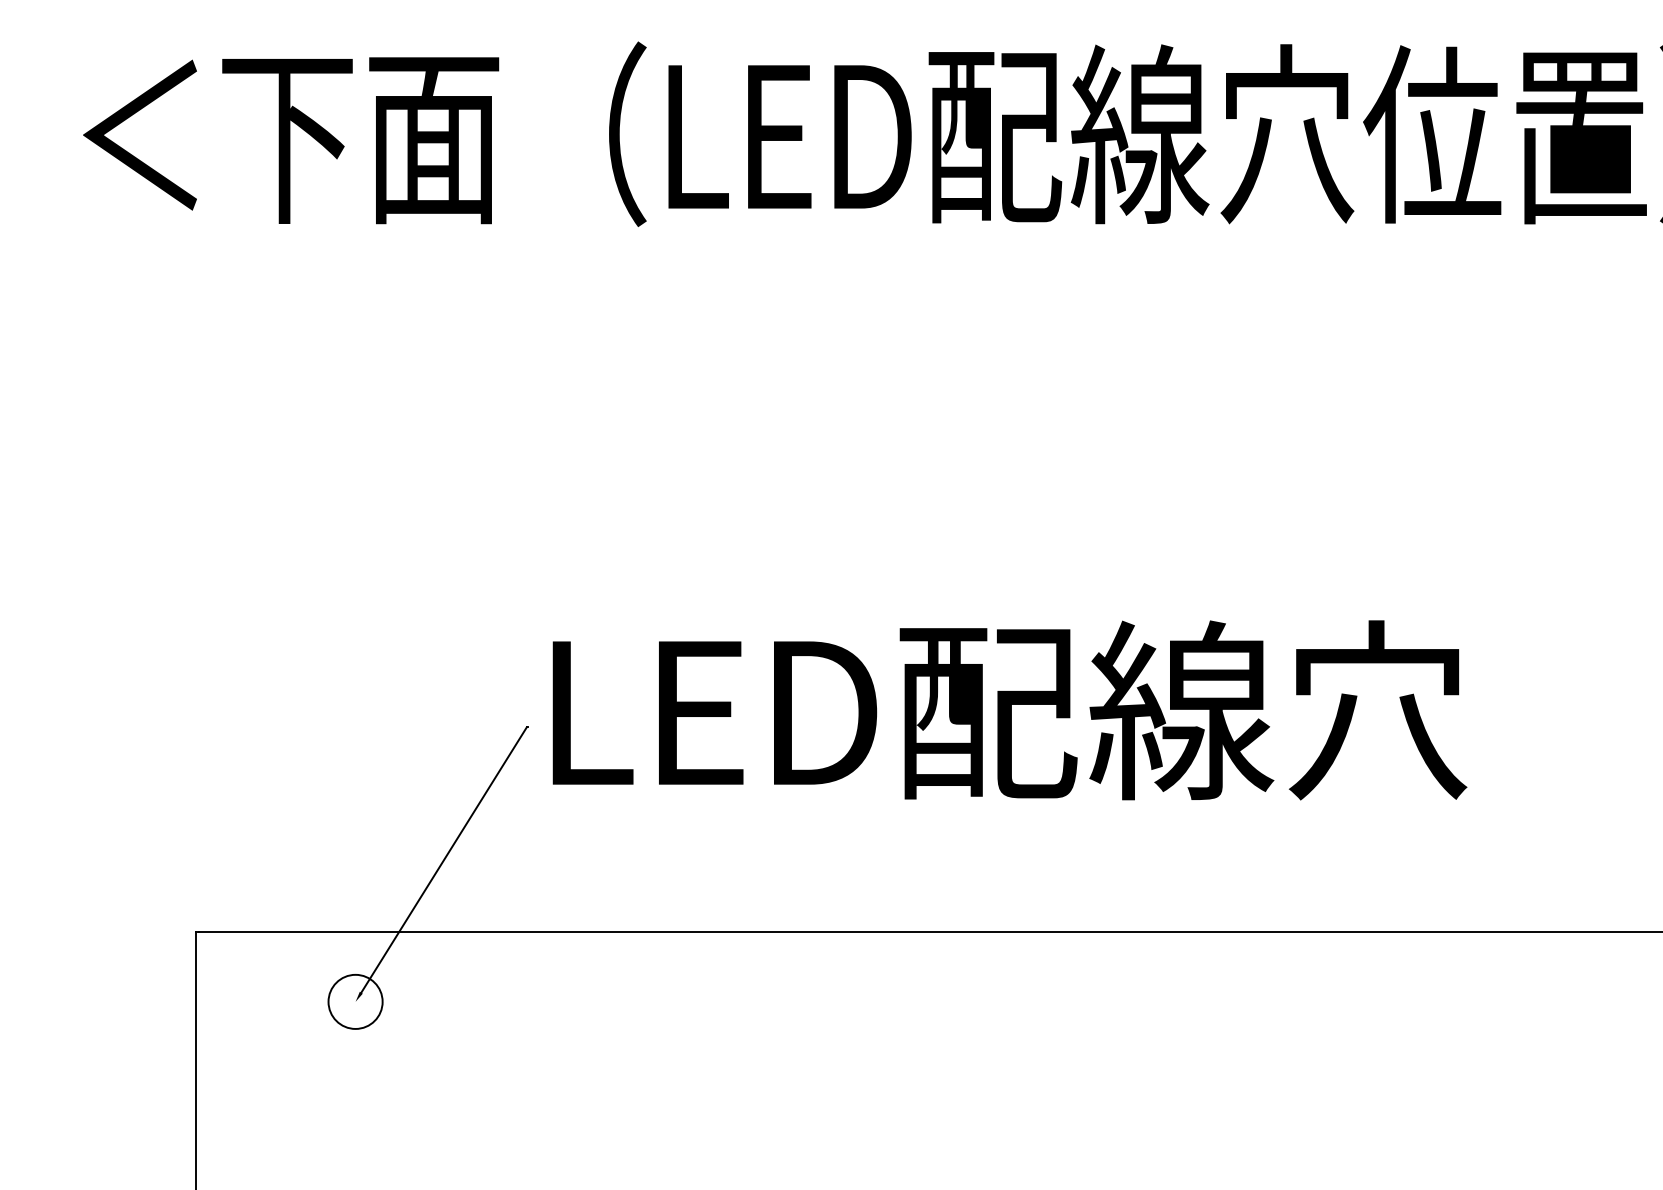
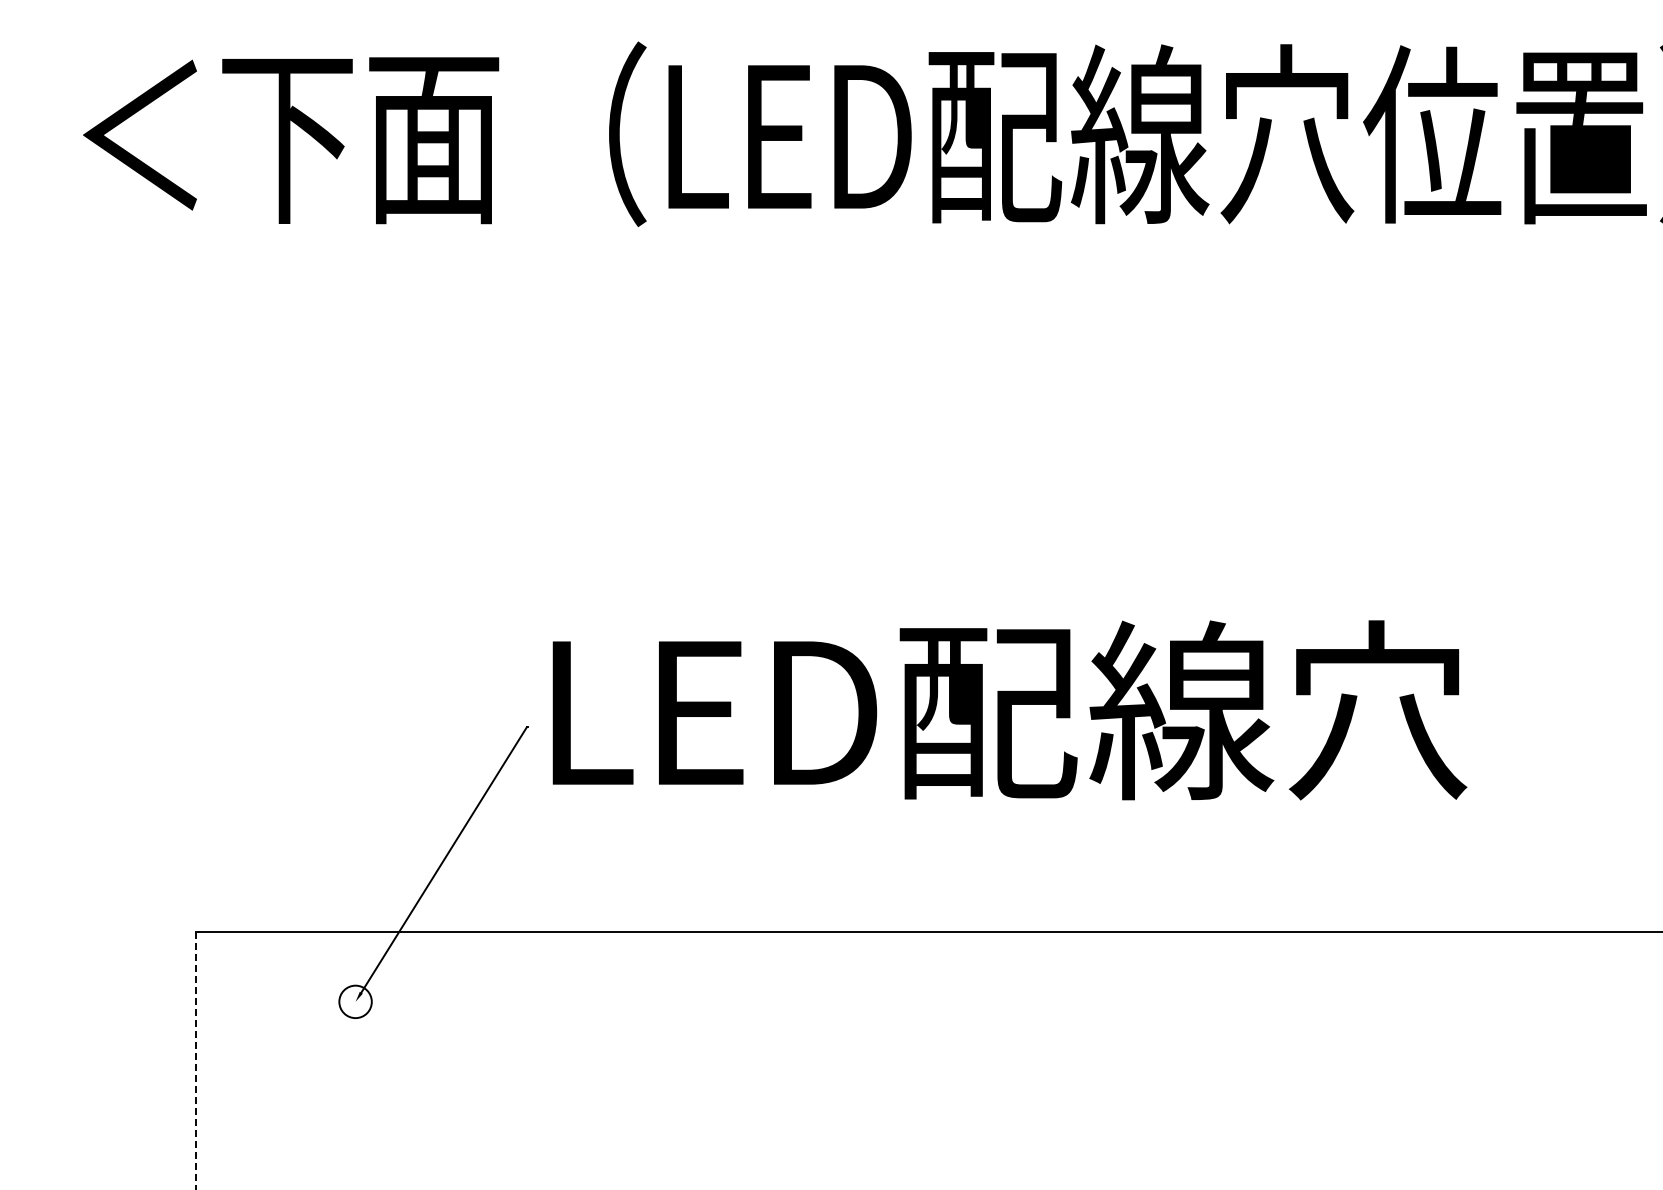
circle at (355, 1001) diameter: 54 px -> 32 px
line at (195, 1060): solid -> dashed
